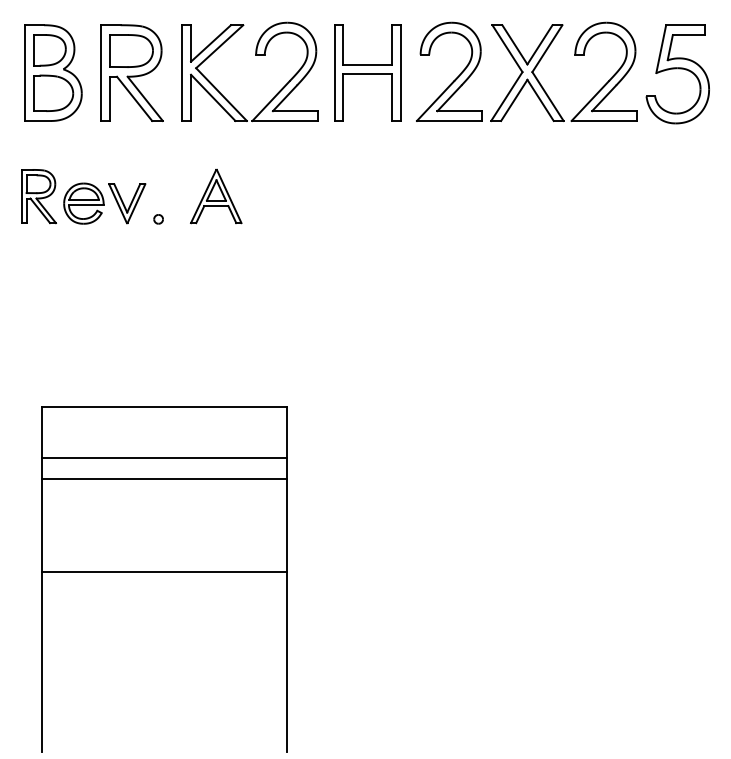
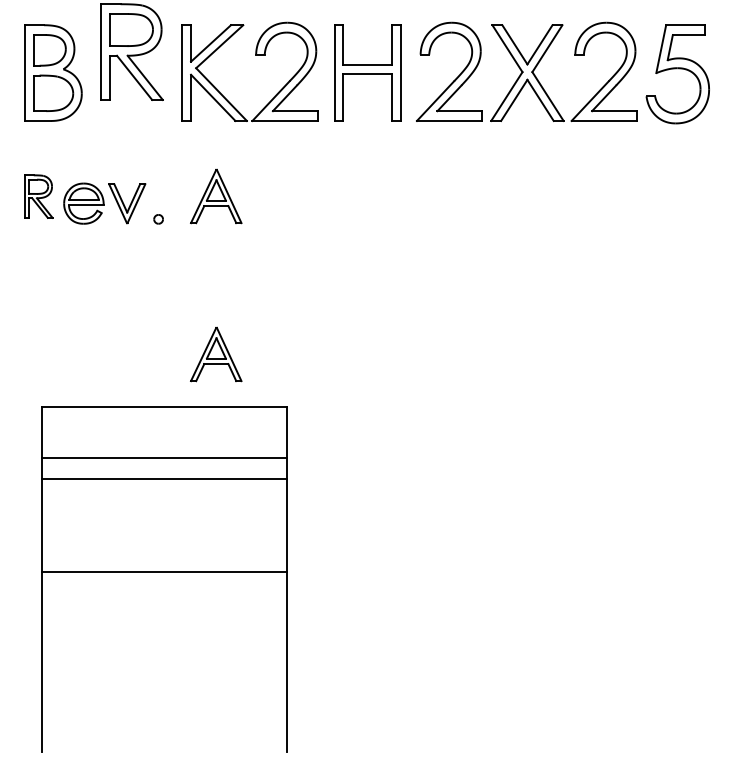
part at (131, 72) position: (131, 72) -> (131, 51)
part at (38, 196) size: 36x56 px -> 30x45 px
part at (216, 354): none -> present
